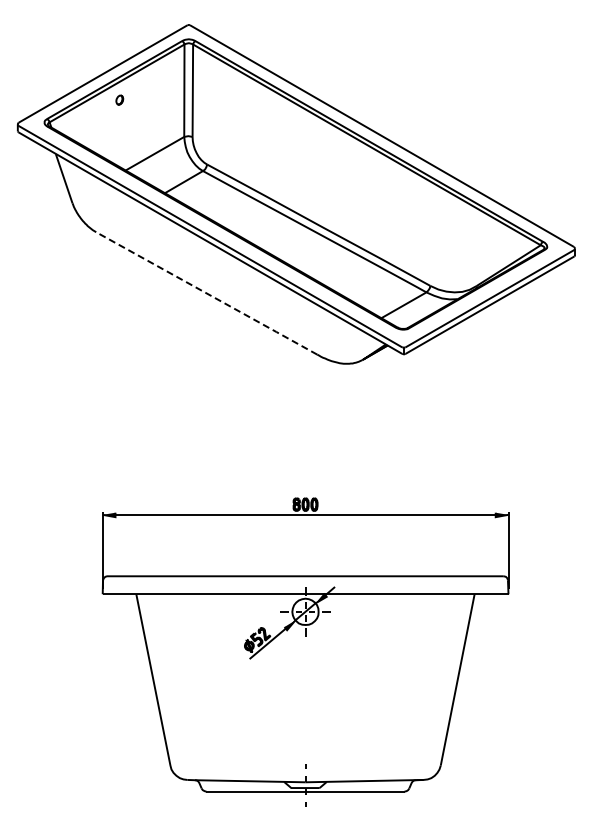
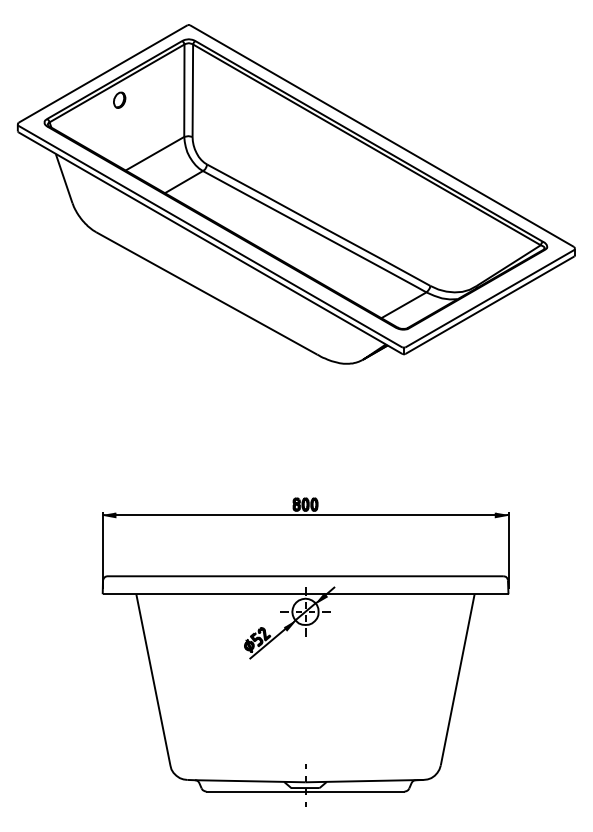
part at (119, 99) size: 10x12 px -> 14x18 px
line at (207, 293): dashed -> solid
